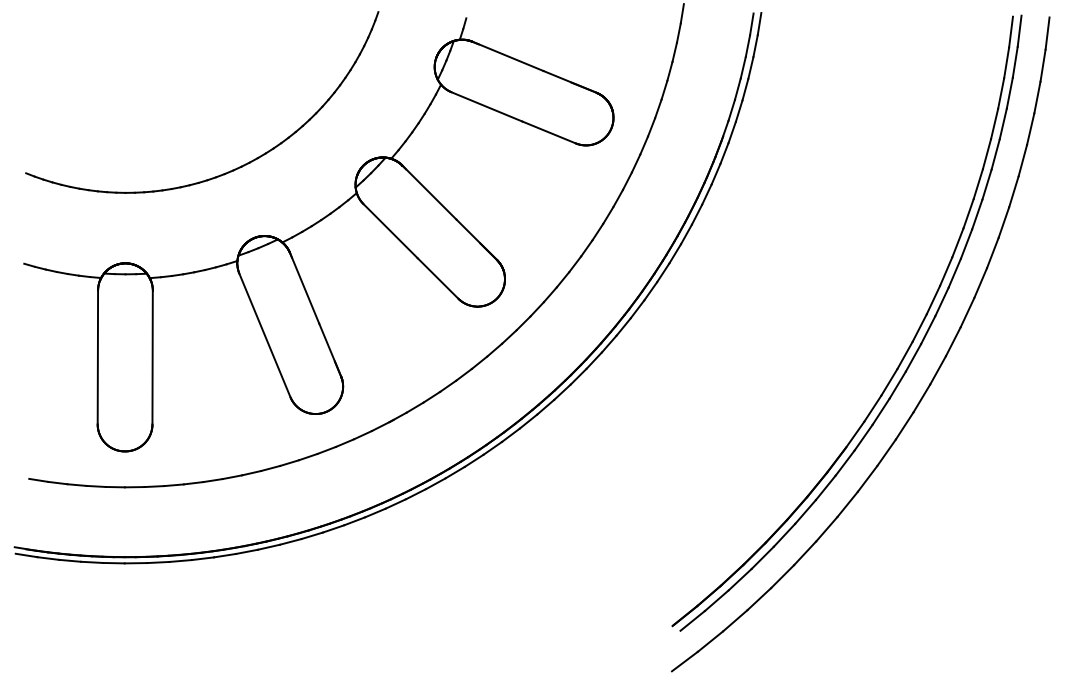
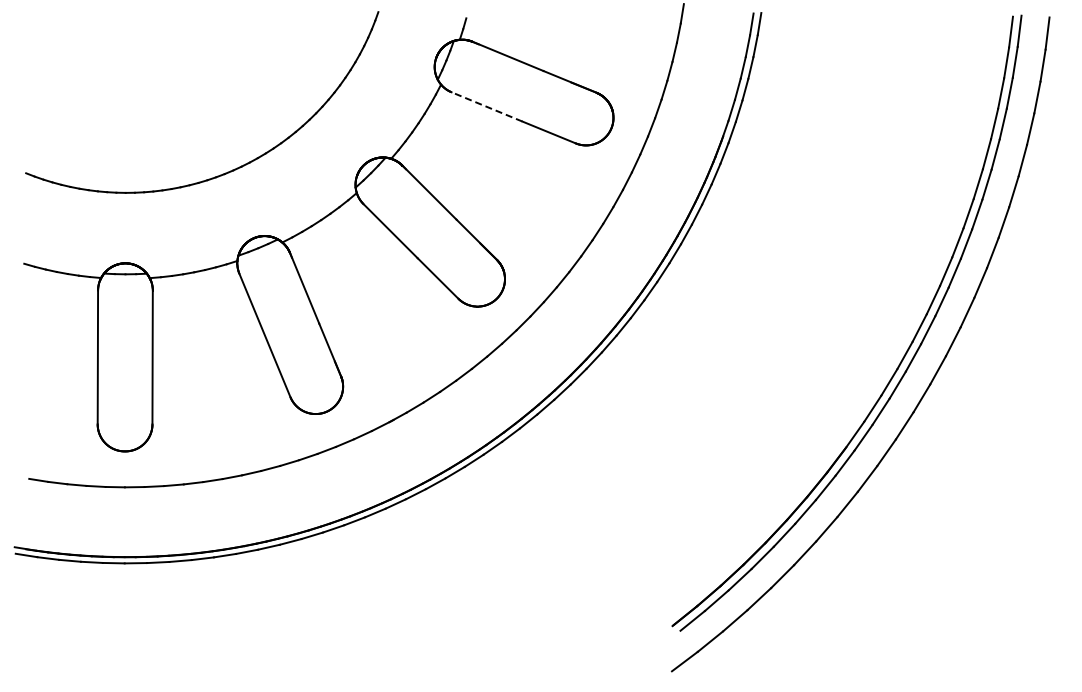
line at (486, 106): solid -> dashed
